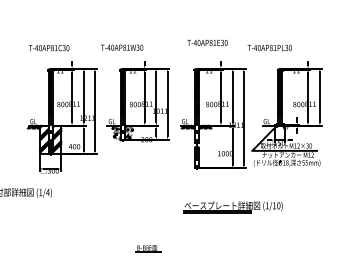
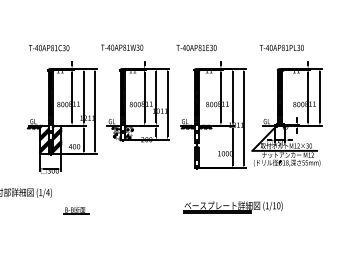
text at (207, 42) position: (207, 42) -> (196, 47)
text at (269, 47) position: (269, 47) -> (281, 47)
part at (148, 248) position: (148, 248) -> (76, 210)
